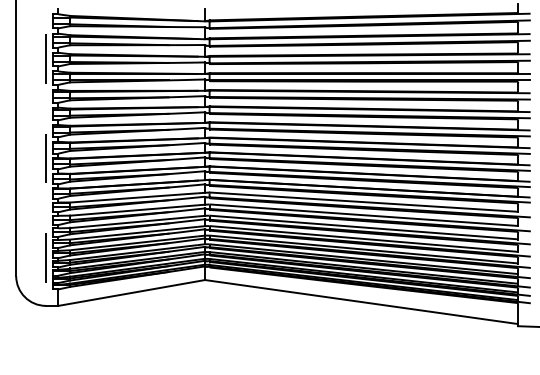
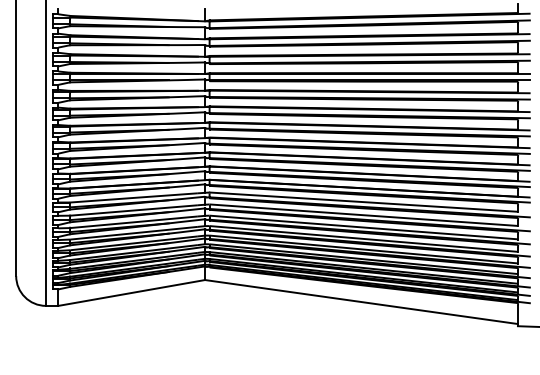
line at (46, 152): dashed -> solid
